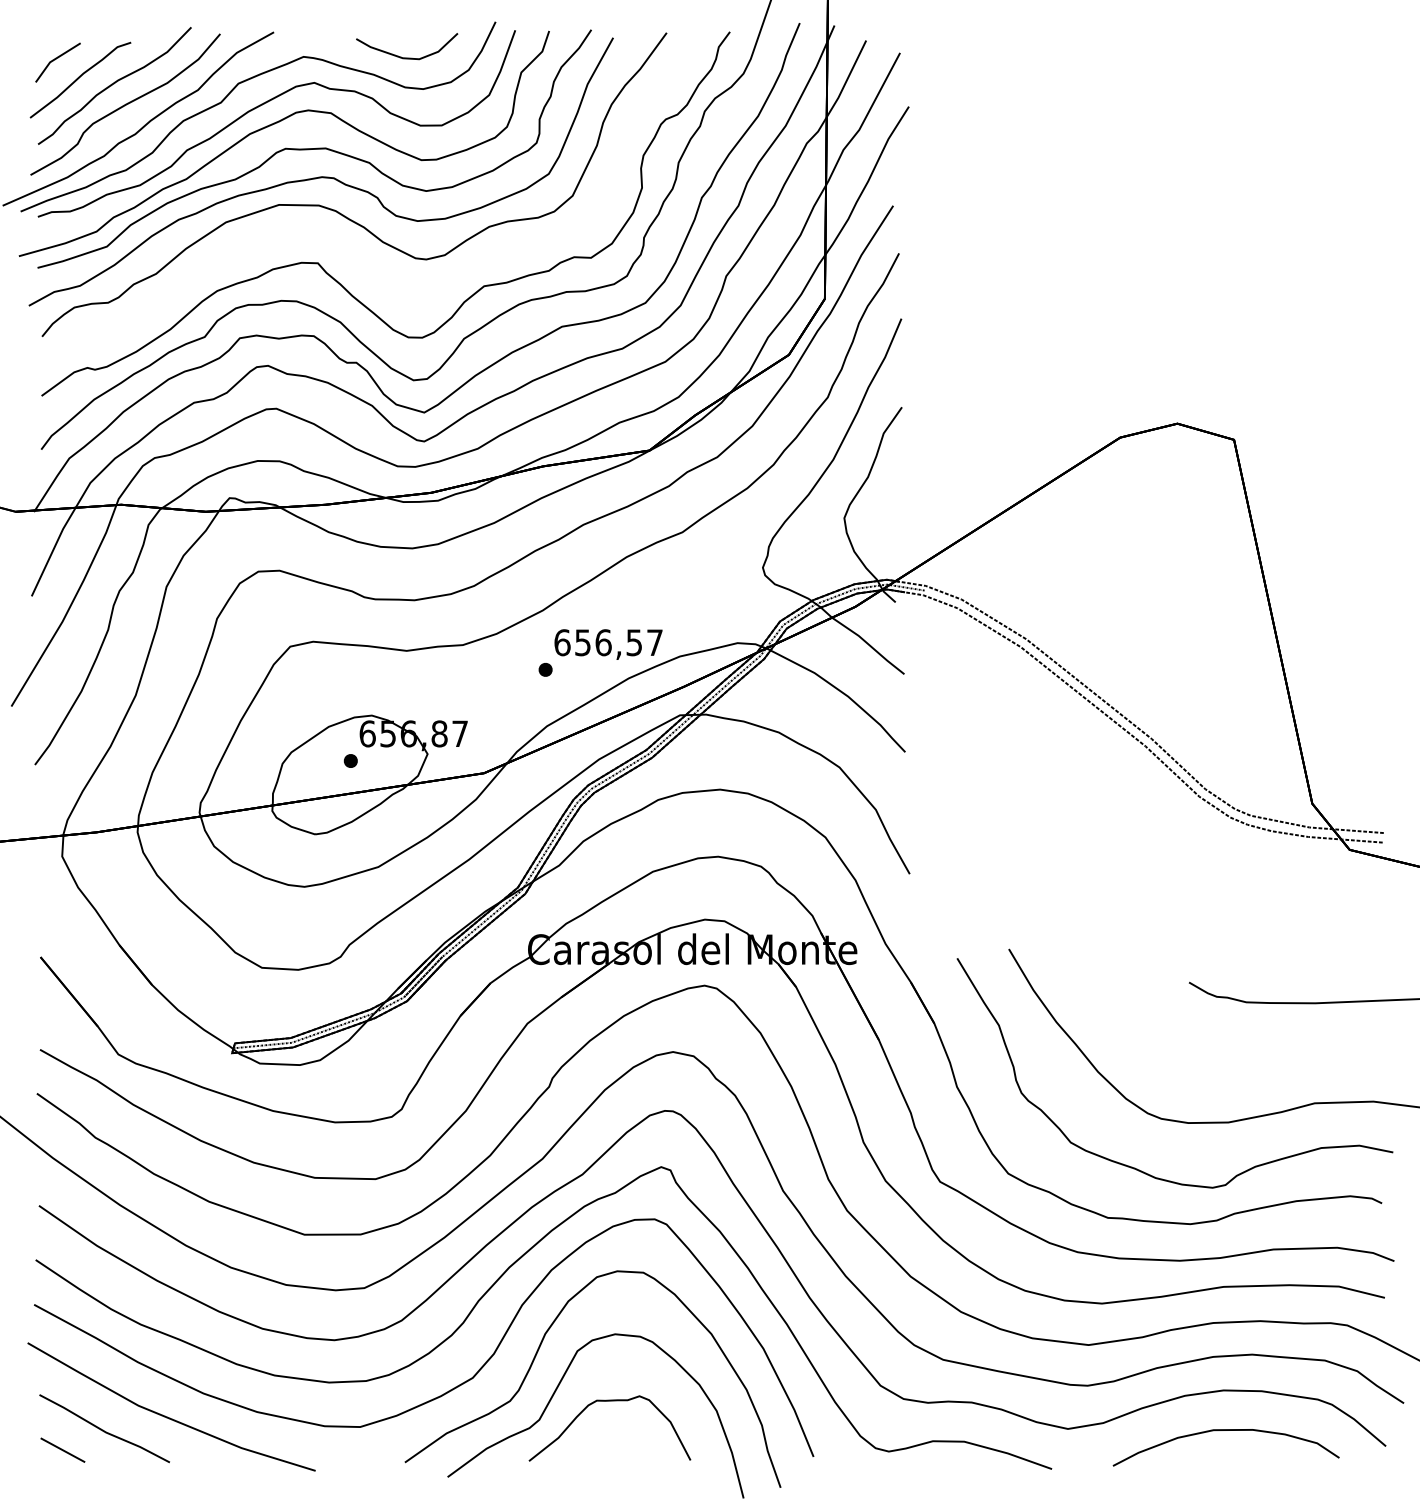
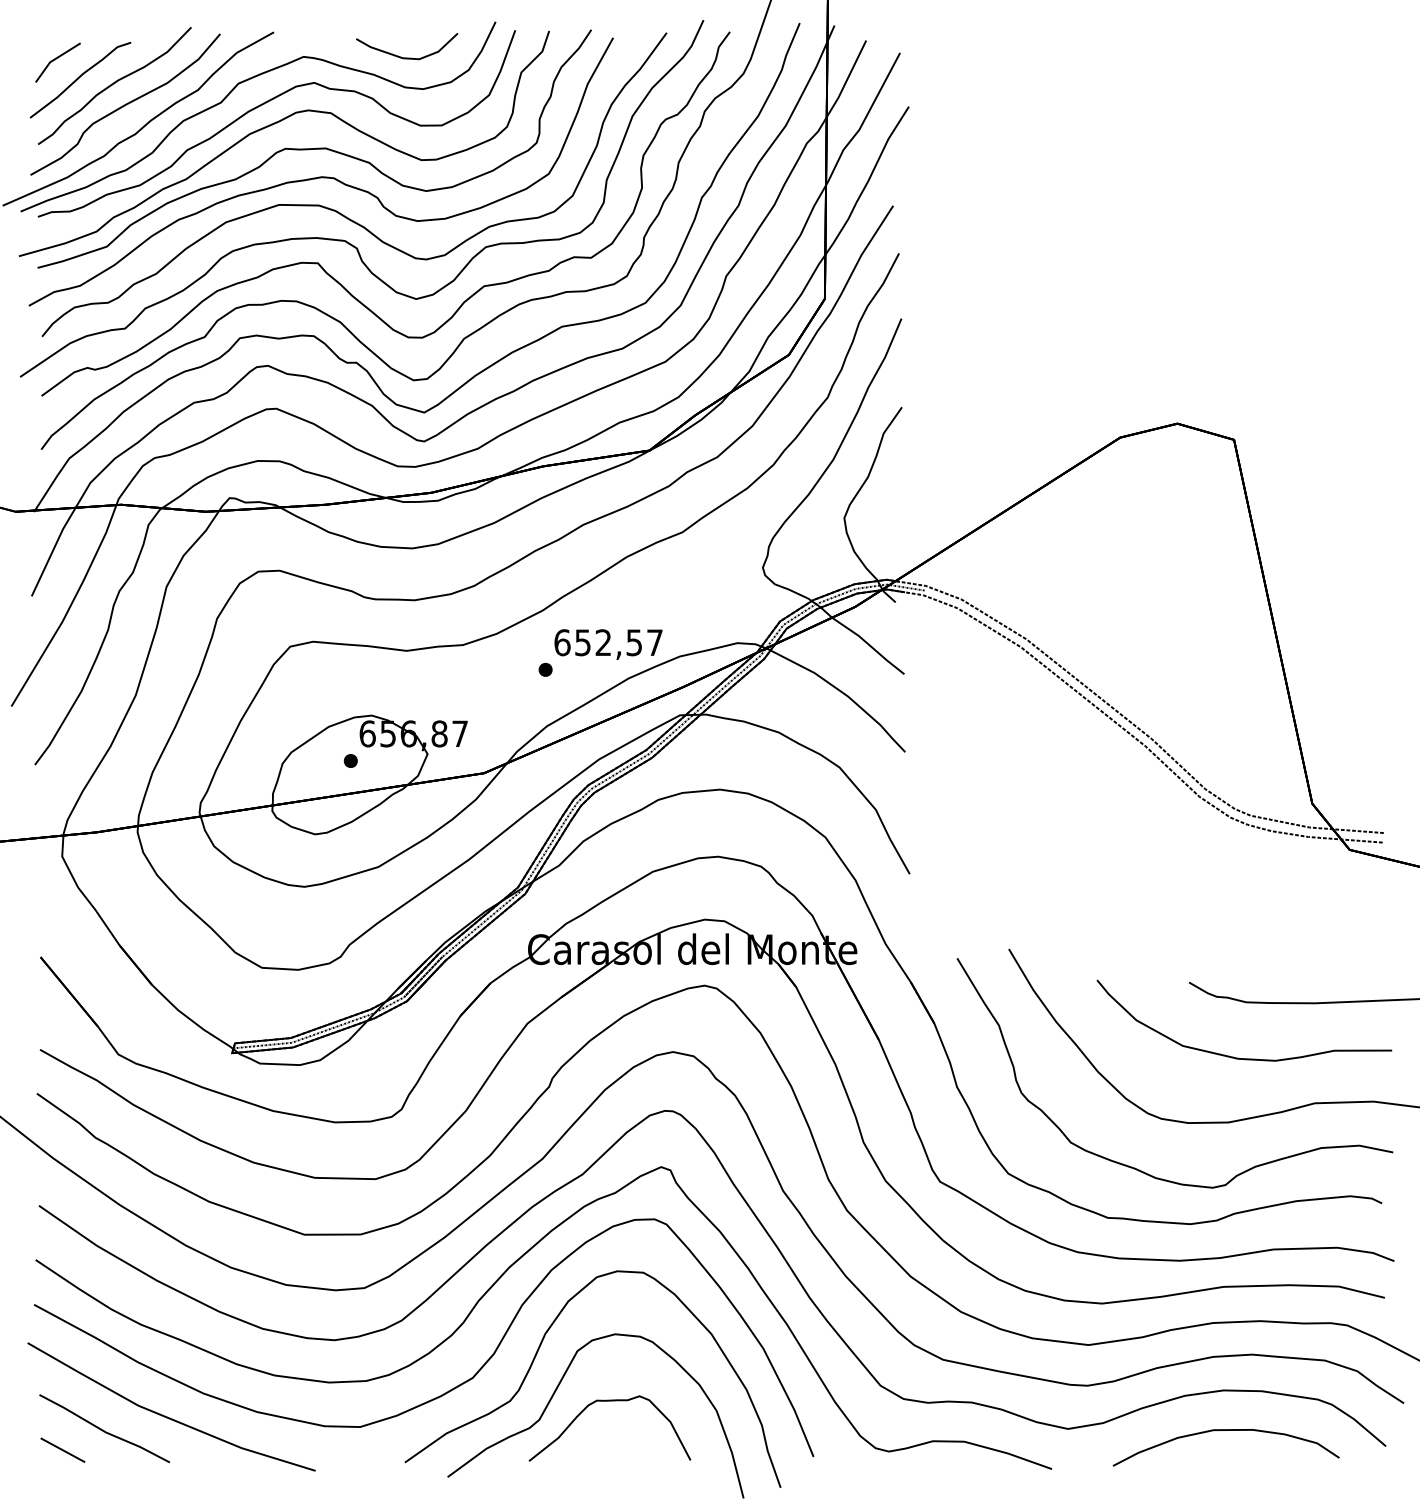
part at (346, 240): none -> present
text at (603, 642): 656,57 -> 652,57
curve at (1238, 1057): none -> present
